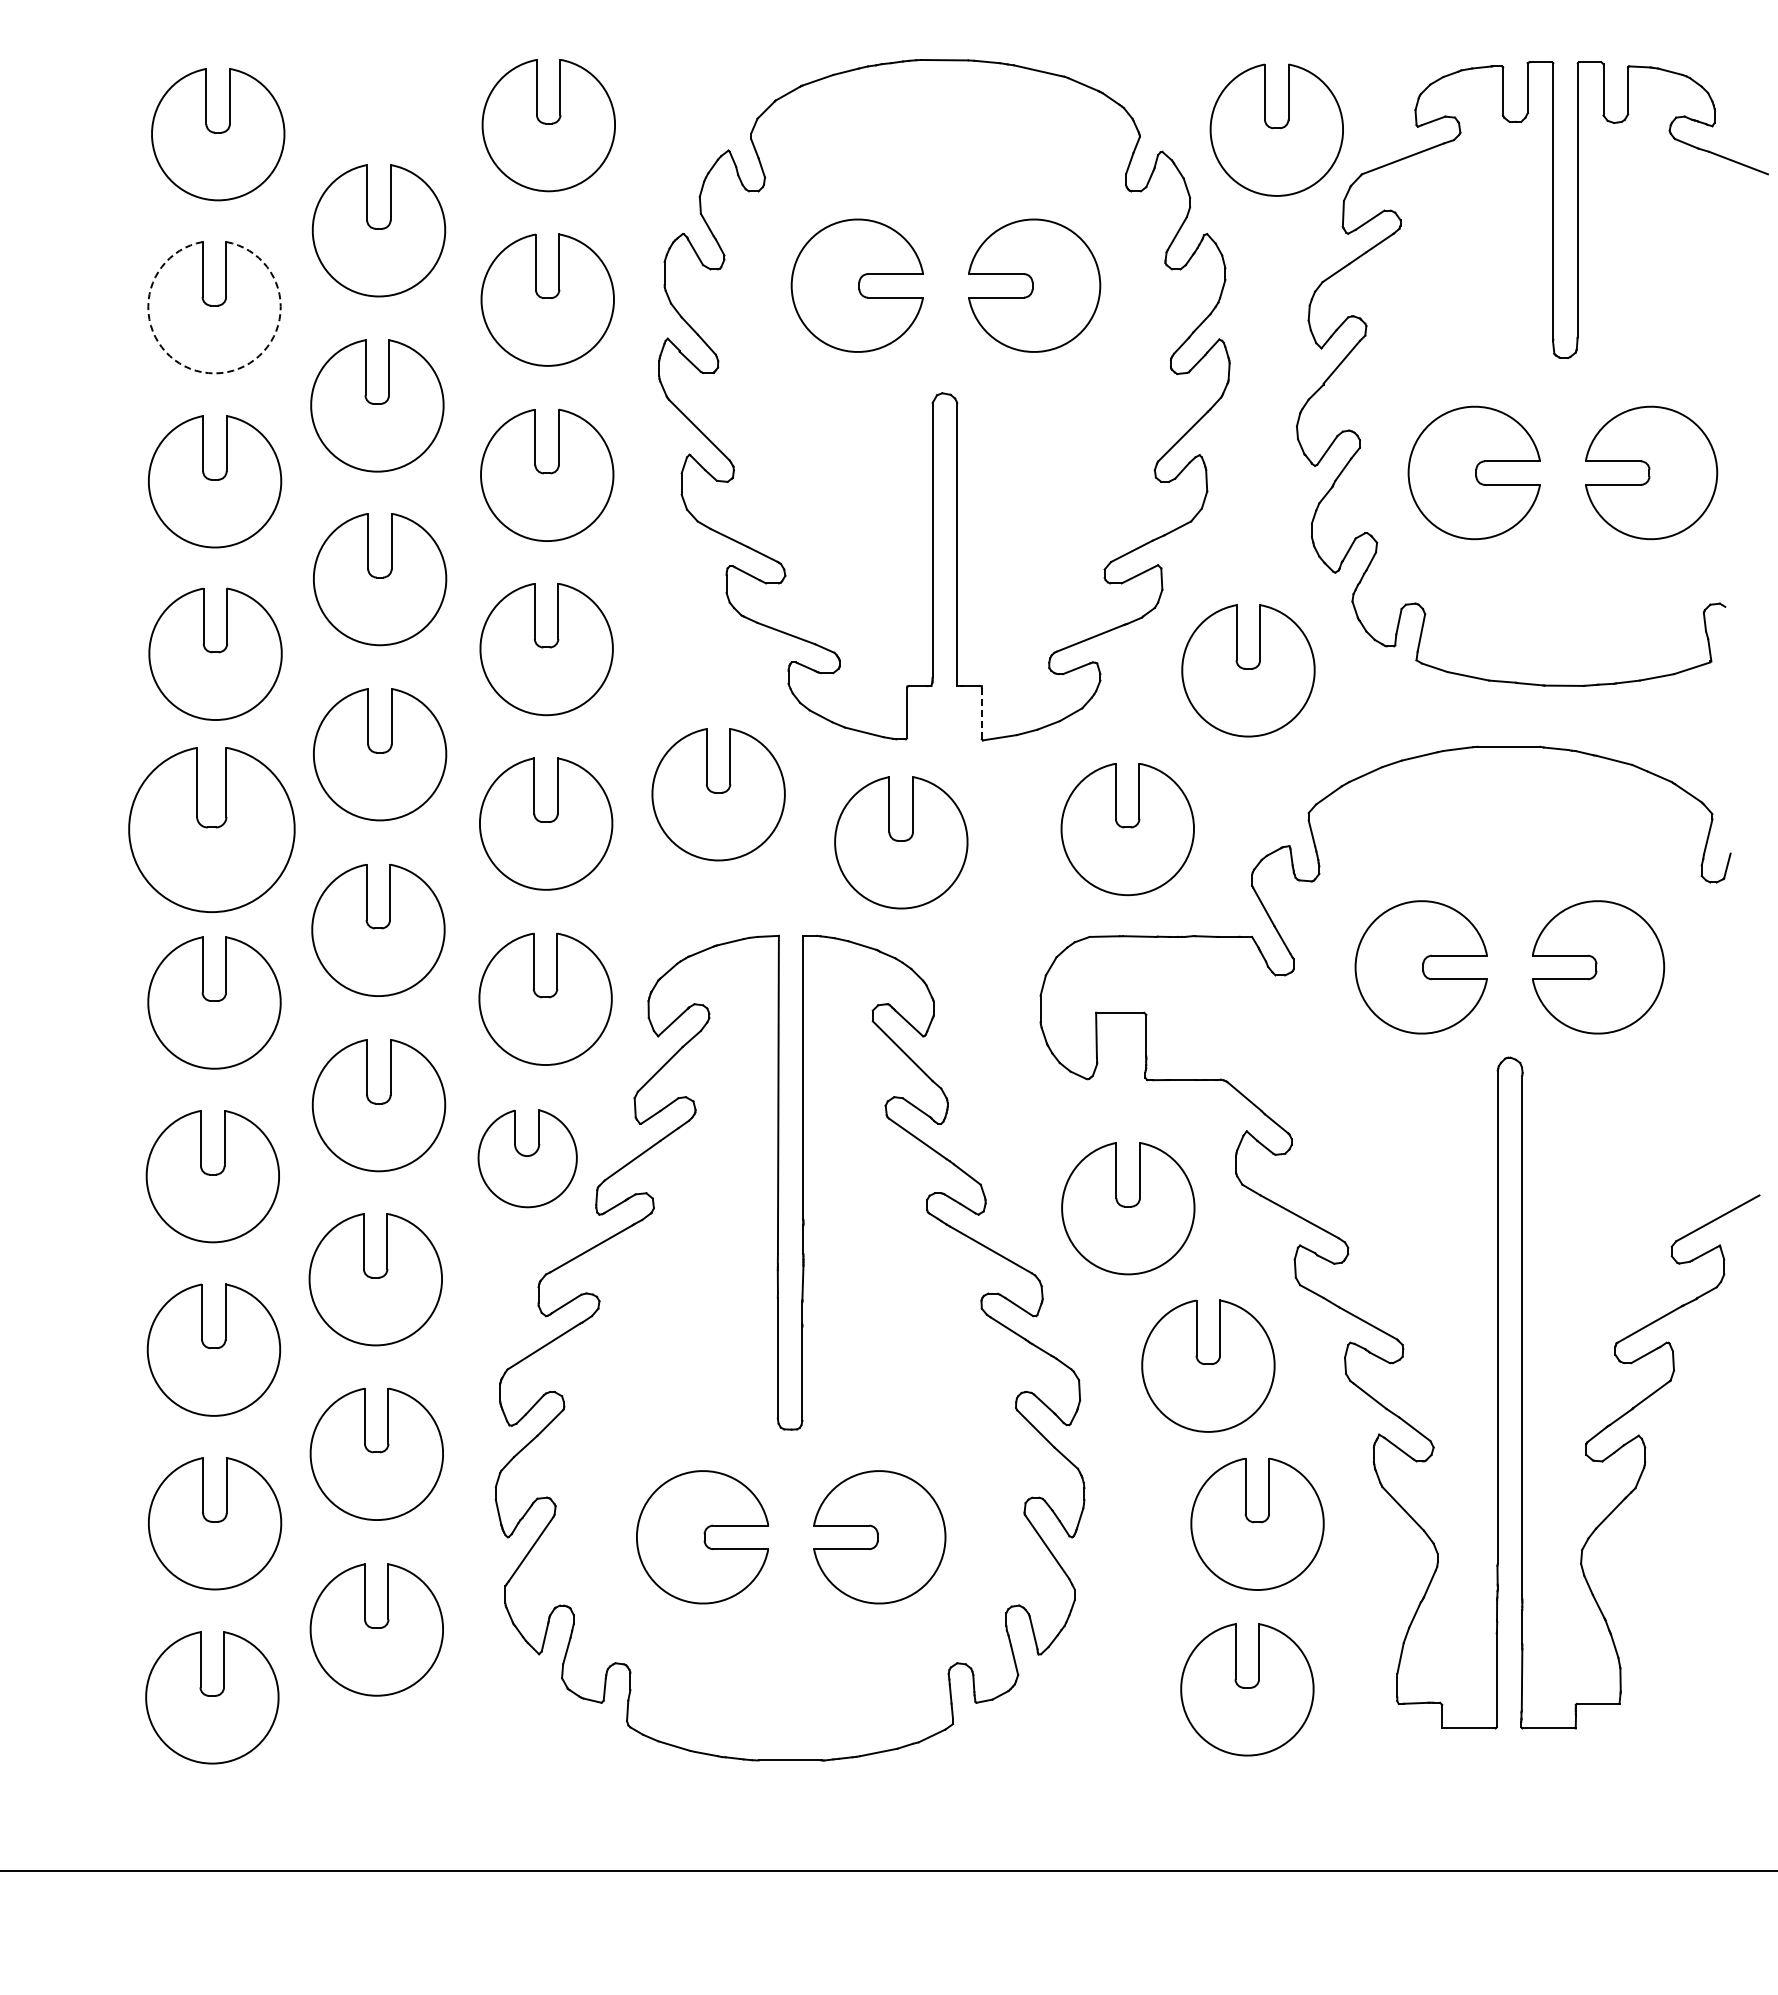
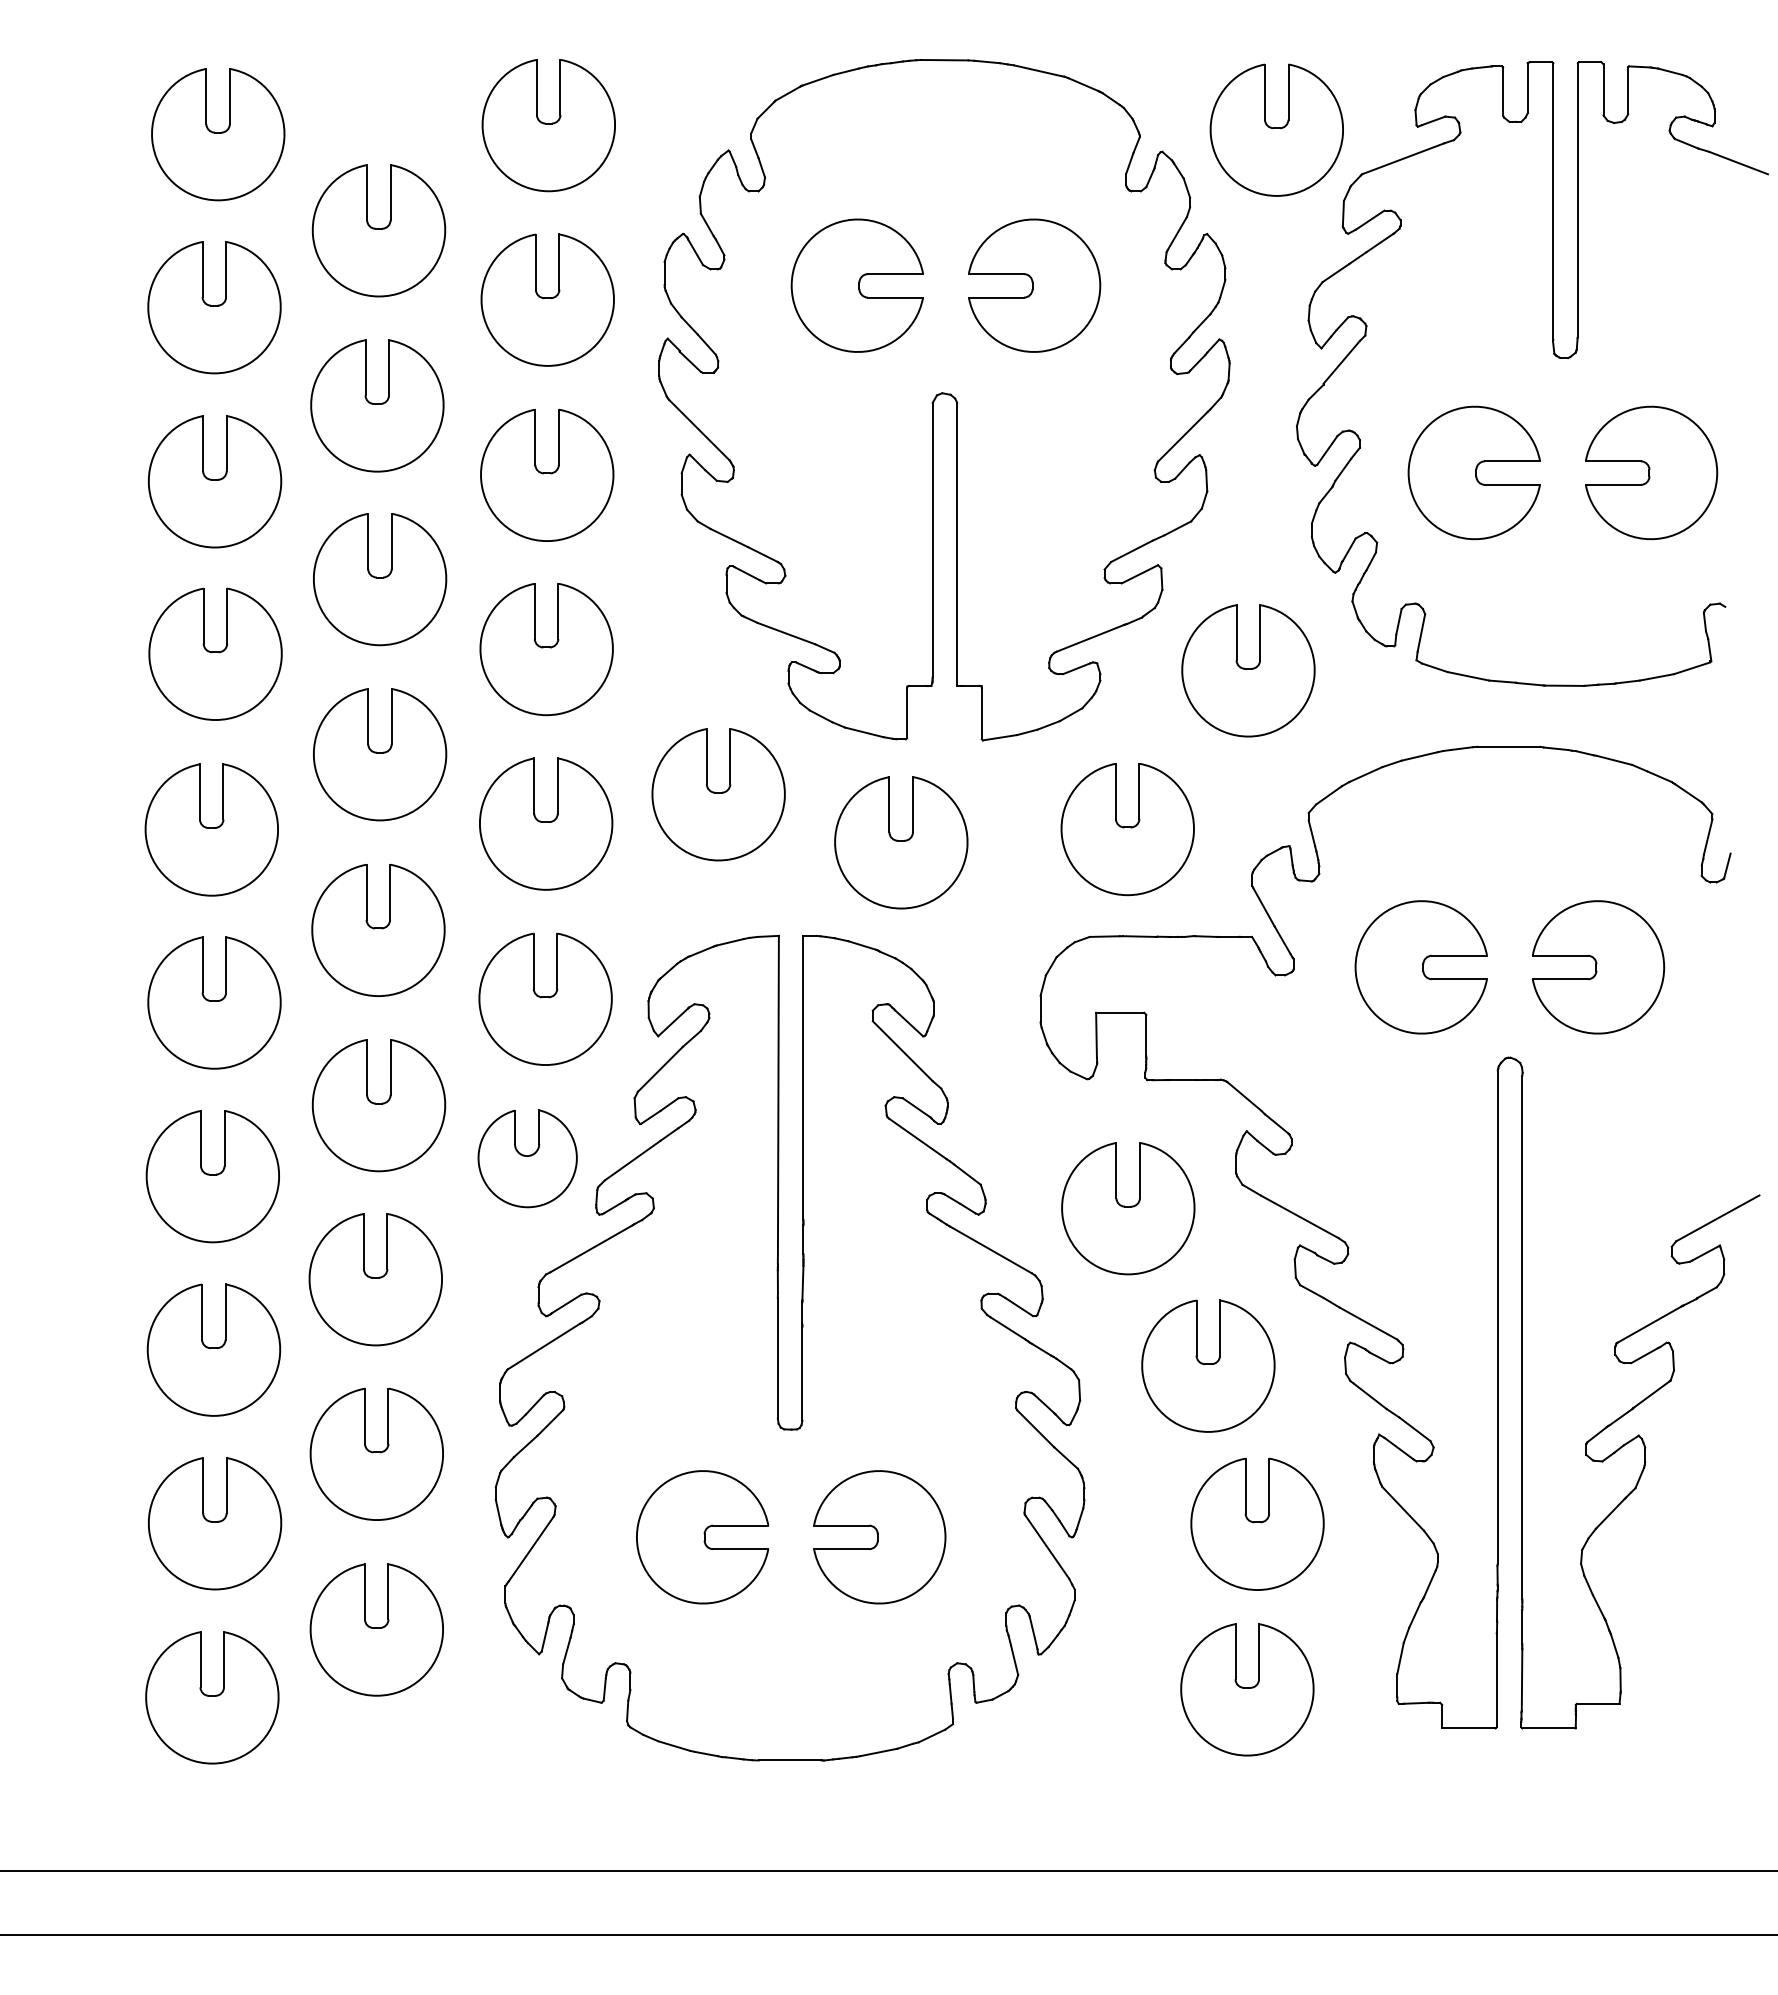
arc at (214, 373): dashed -> solid
line at (981, 713): dashed -> solid
part at (211, 829) size: 168x166 px -> 135x134 px
line at (888, 1935): none -> present
